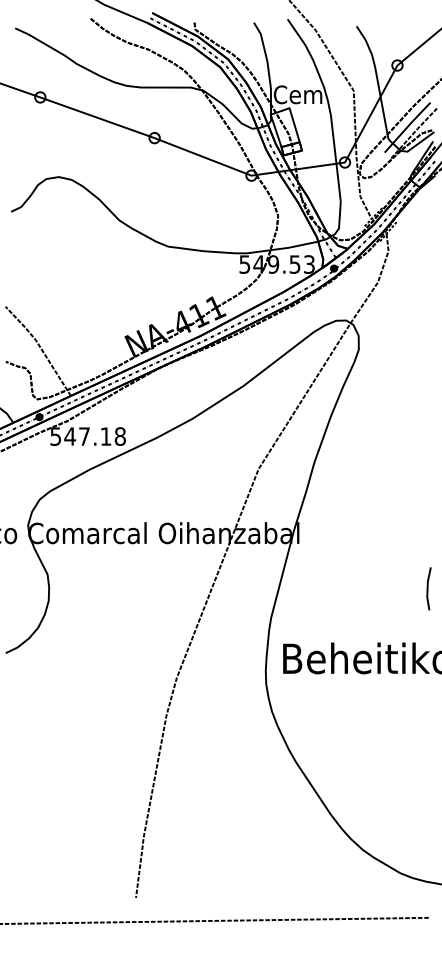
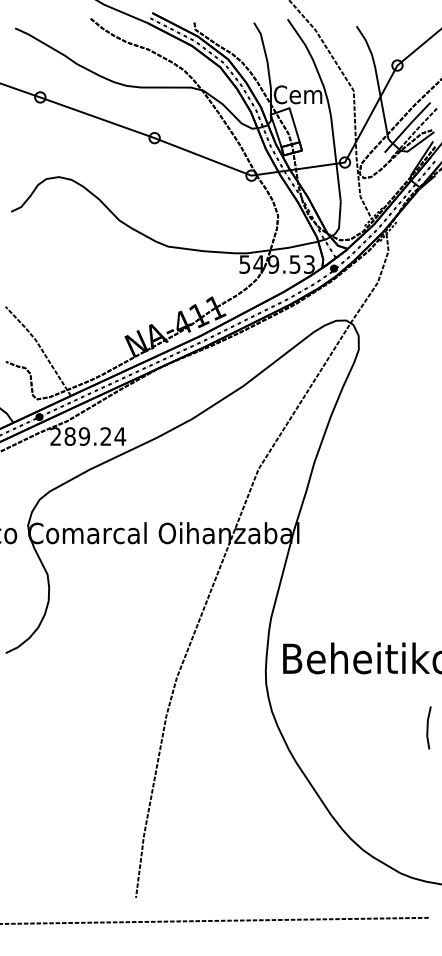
text at (88, 436): 547.18 -> 289.24
line at (428, 588) position: (428, 588) -> (428, 727)
